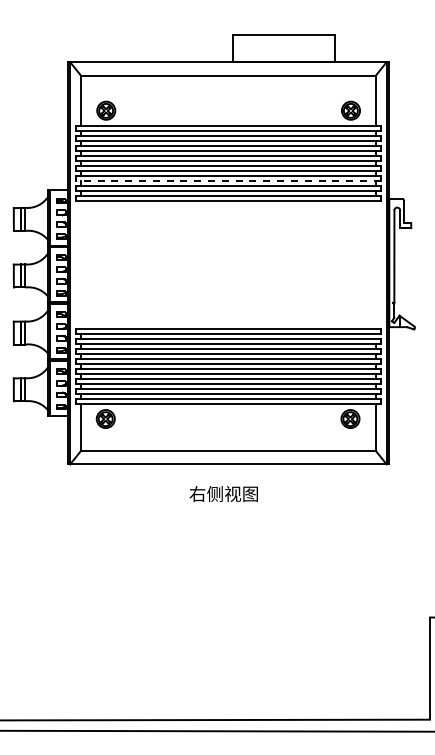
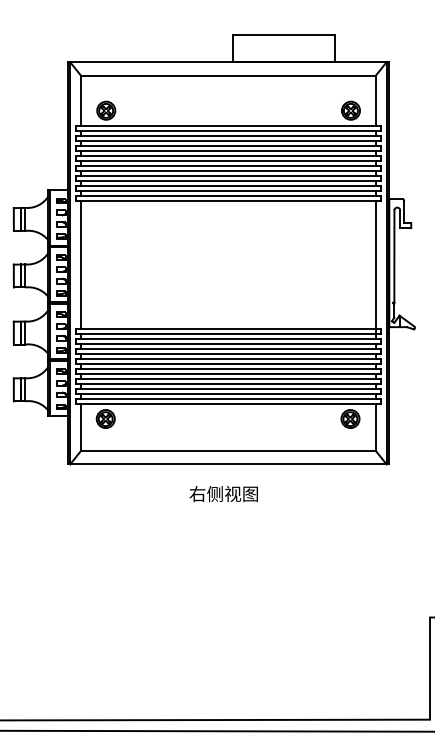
line at (227, 181): dashed -> solid
line at (80, 264): none -> present
line at (375, 269): none -> present
